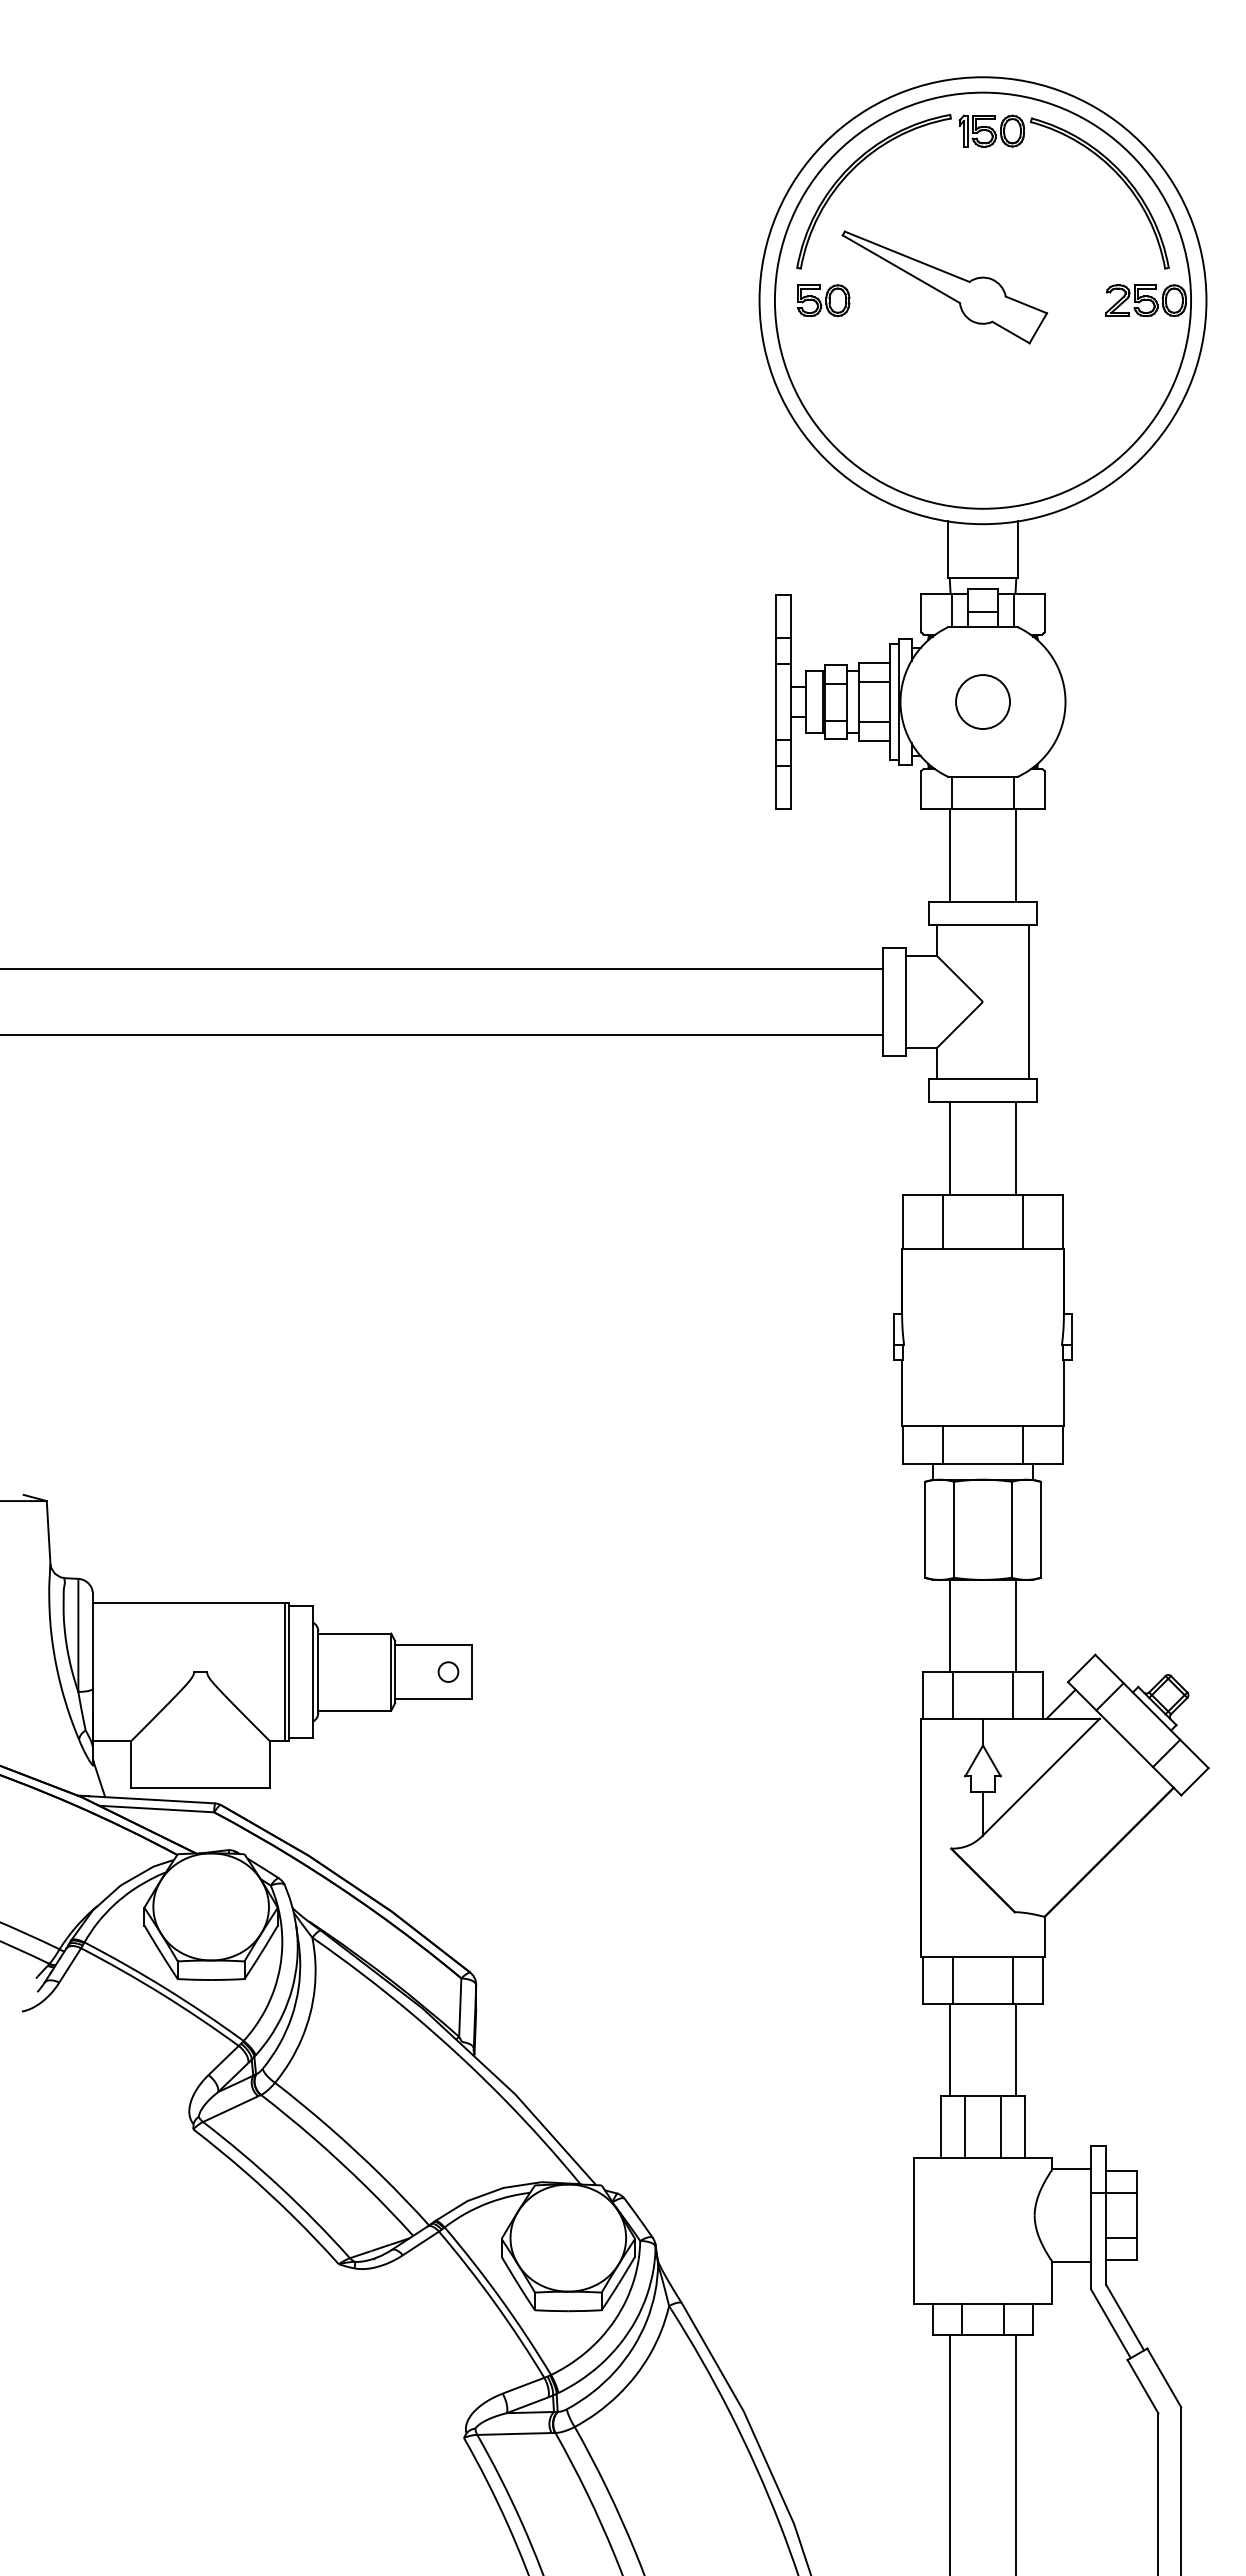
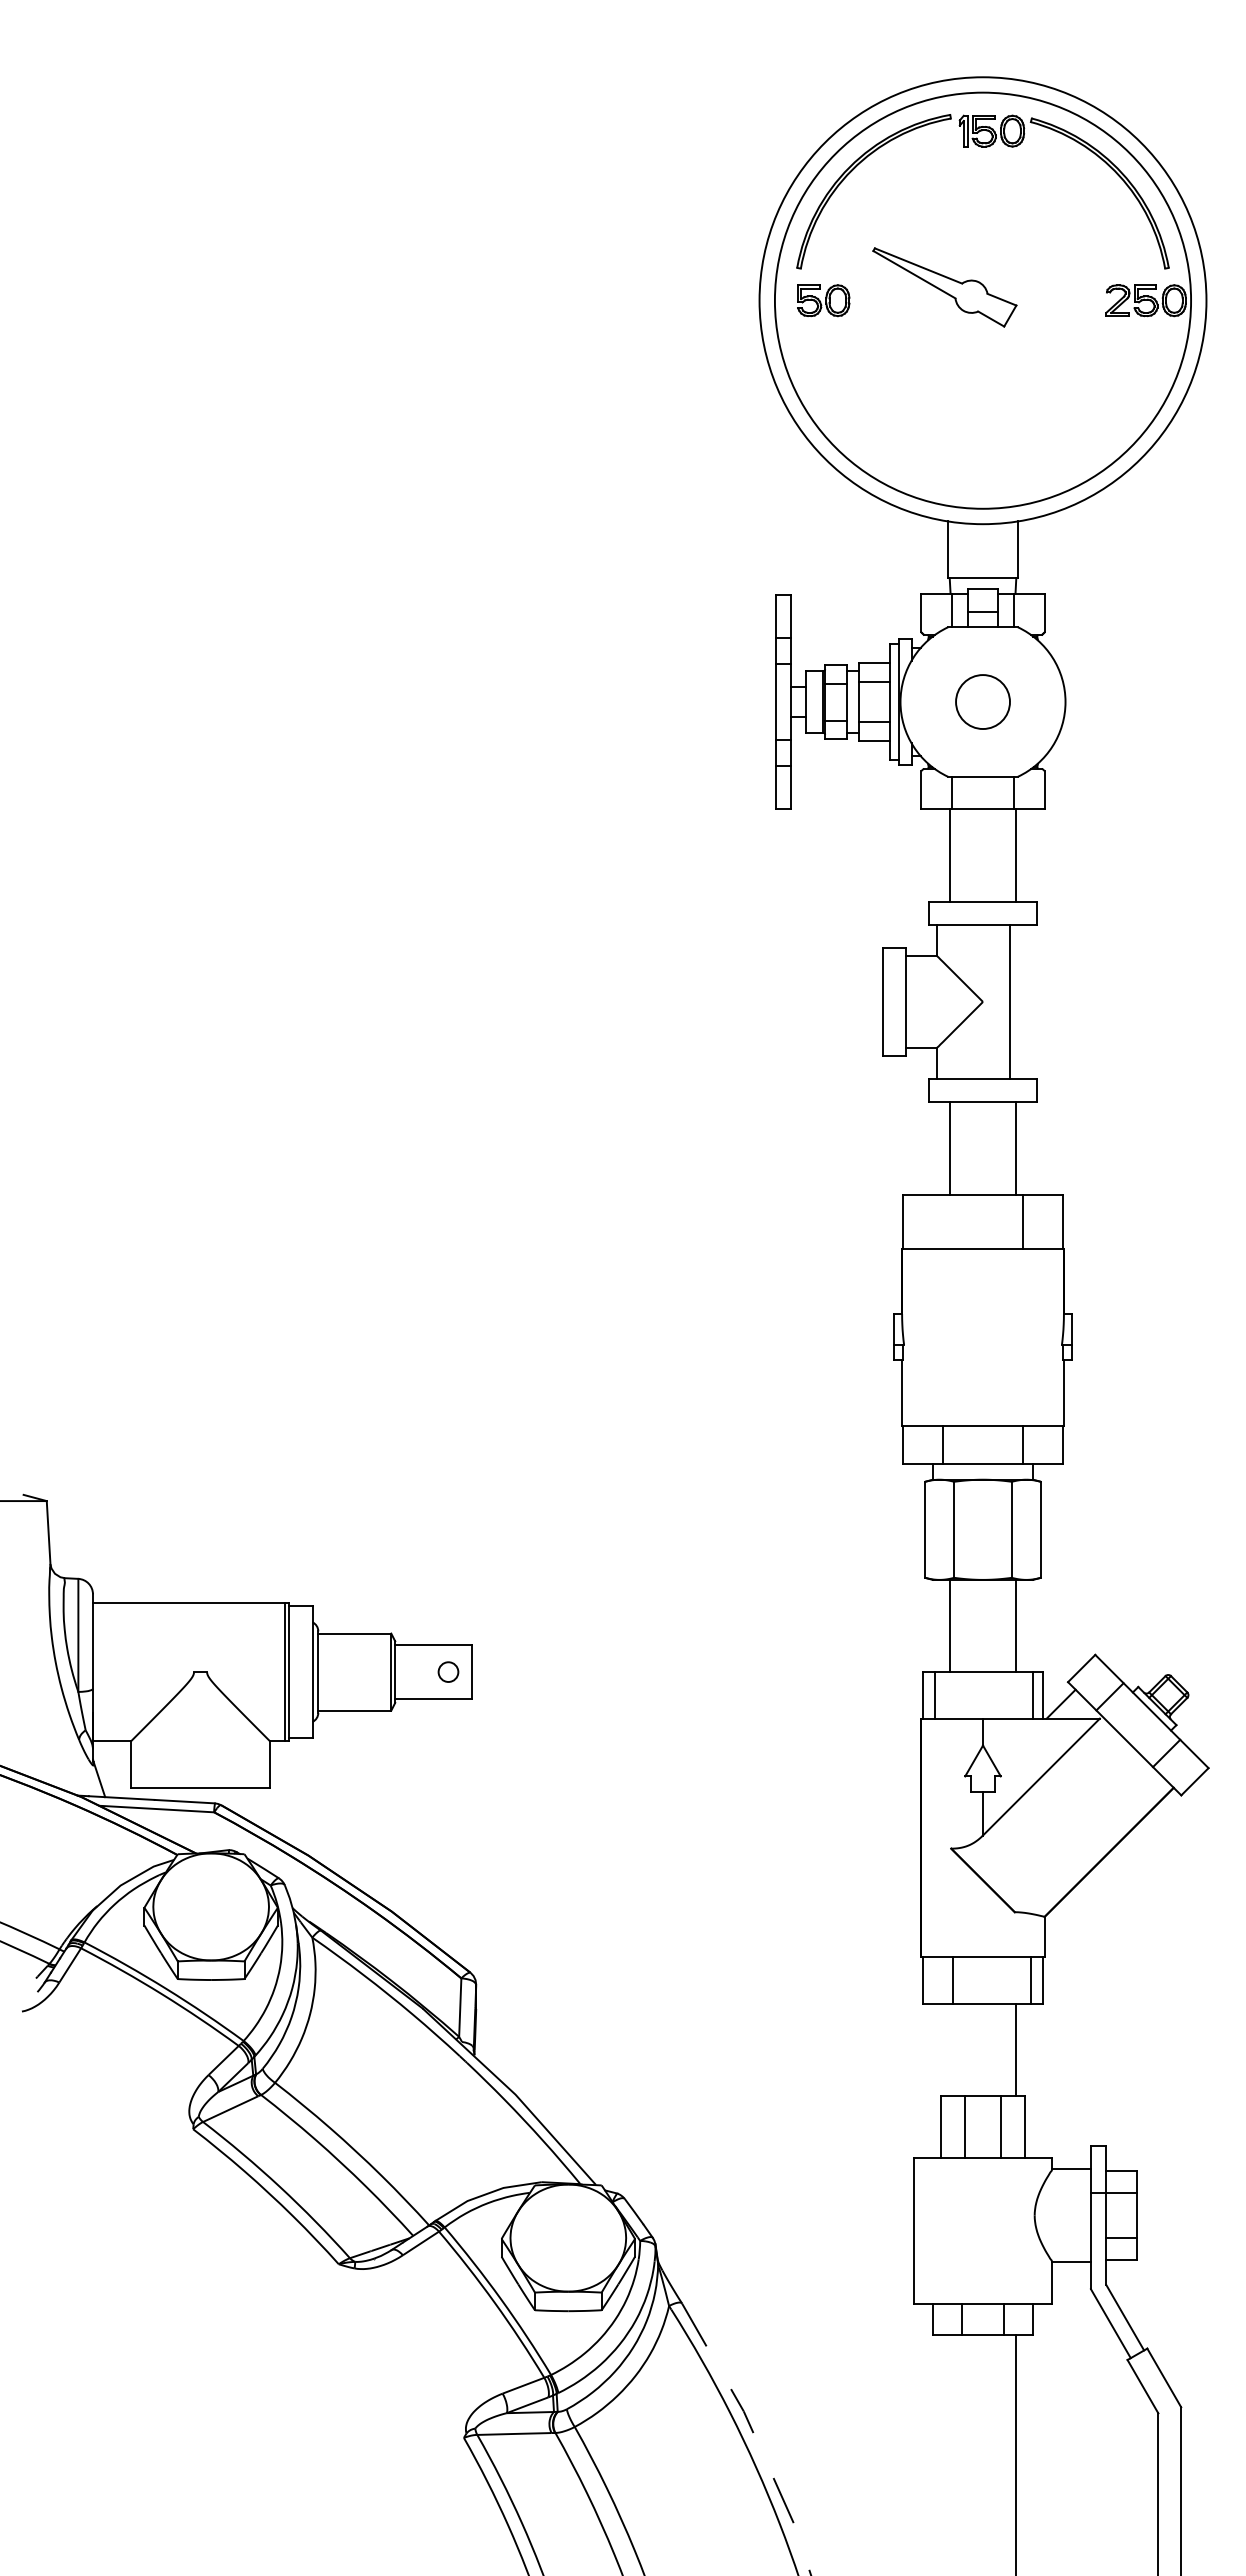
part at (944, 287) size: 208x115 px -> 146x81 px
line at (442, 968): present -> none
line at (1029, 1001) position: (1029, 1001) -> (1010, 1001)
line at (442, 1035): present -> none
line at (942, 1221): present -> none
line at (952, 1695) position: (952, 1695) -> (934, 1695)
line at (1013, 1695) position: (1013, 1695) -> (1033, 1695)
line at (1013, 1980) position: (1013, 1980) -> (1031, 1980)
line at (949, 2049): present -> none
line at (754, 2435): solid -> dashed
line at (949, 2453): present -> none
